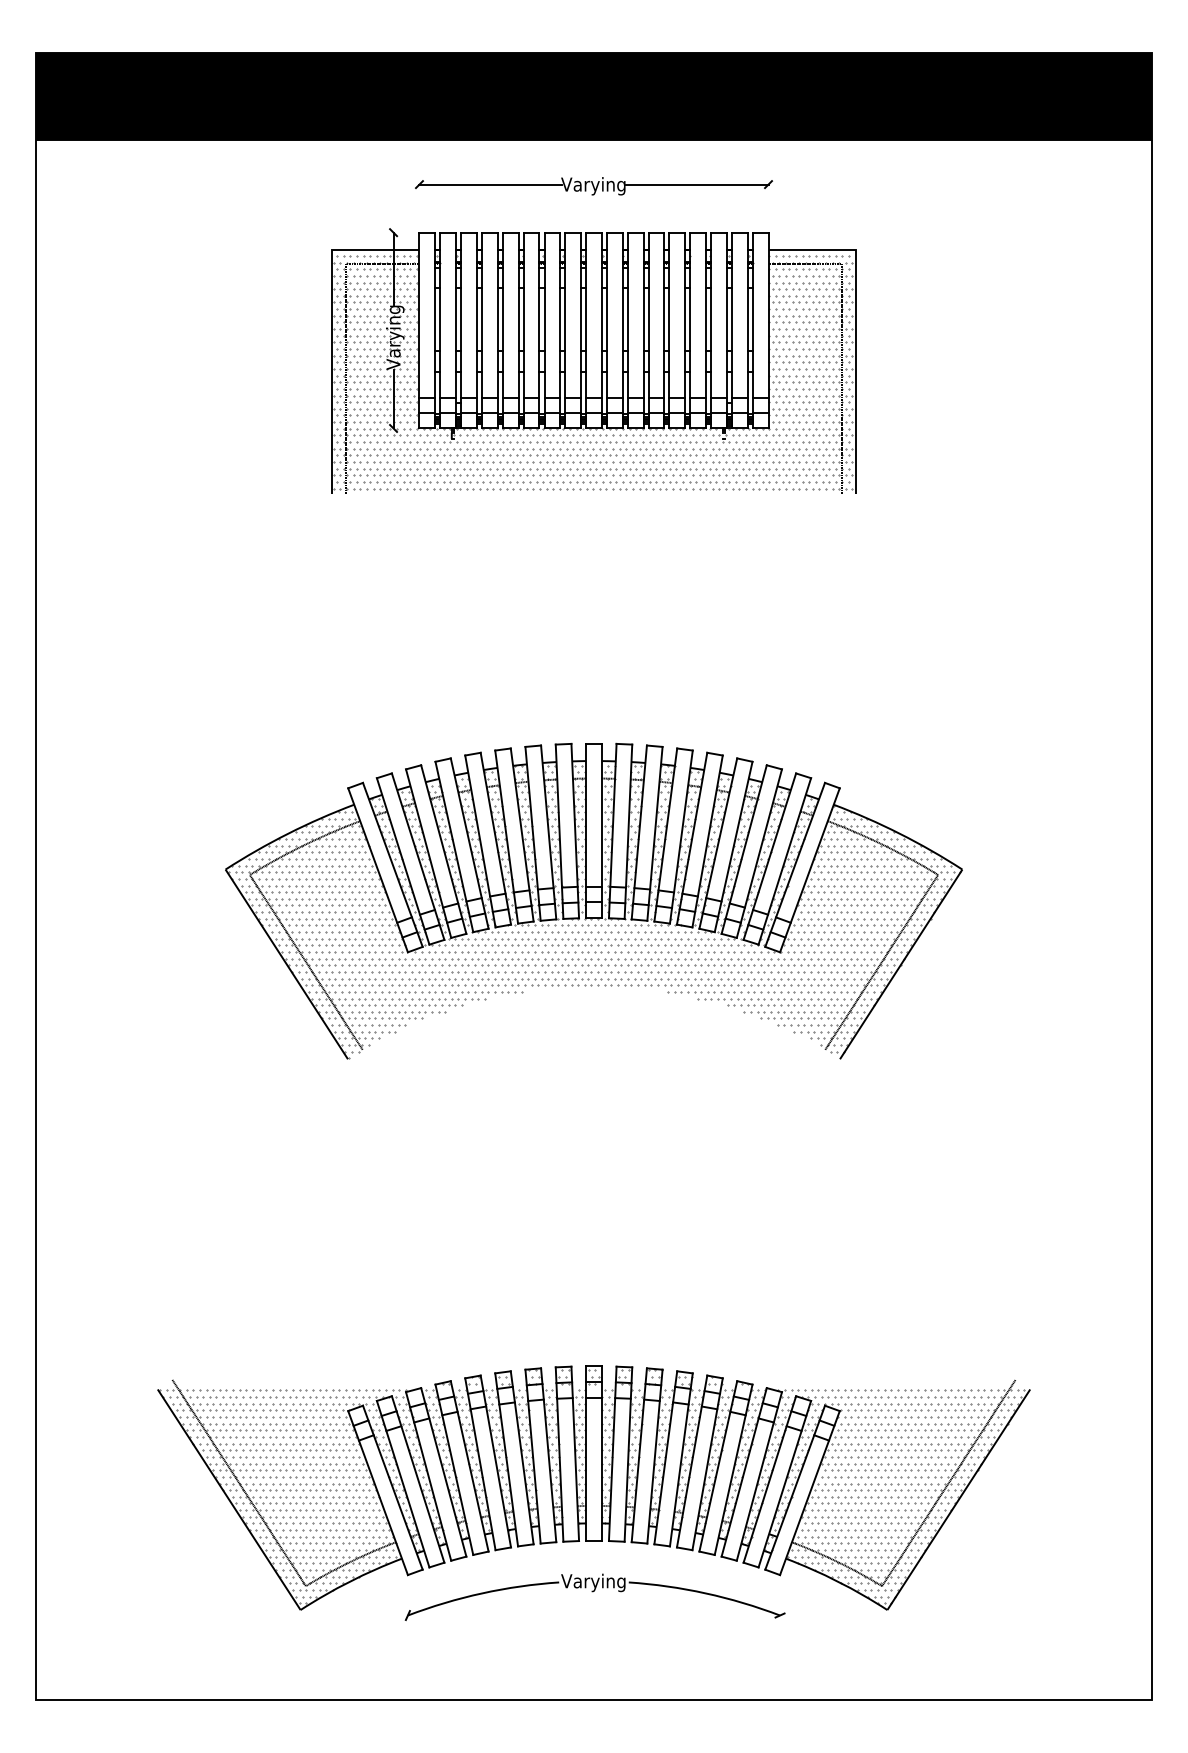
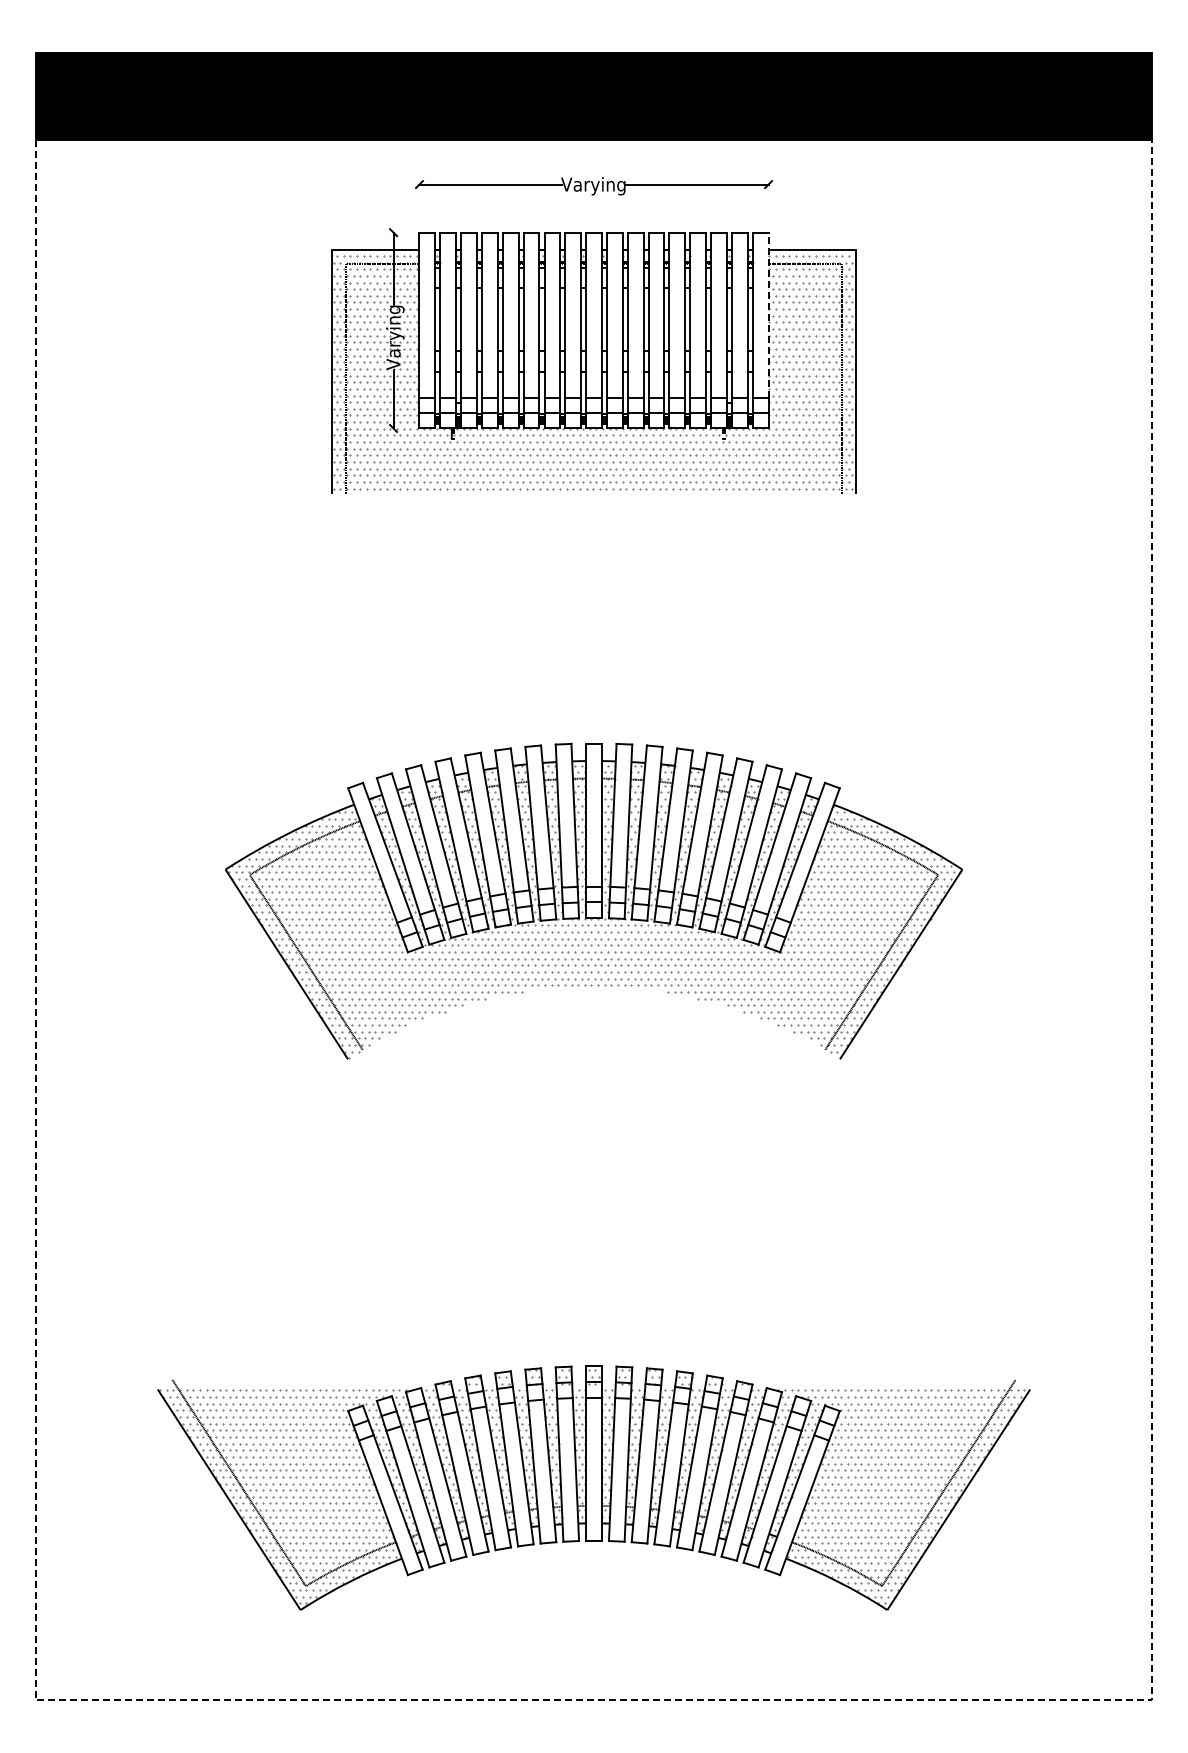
line at (768, 315): solid -> dashed
part at (594, 1596): present -> none
line at (594, 1700): solid -> dashed
